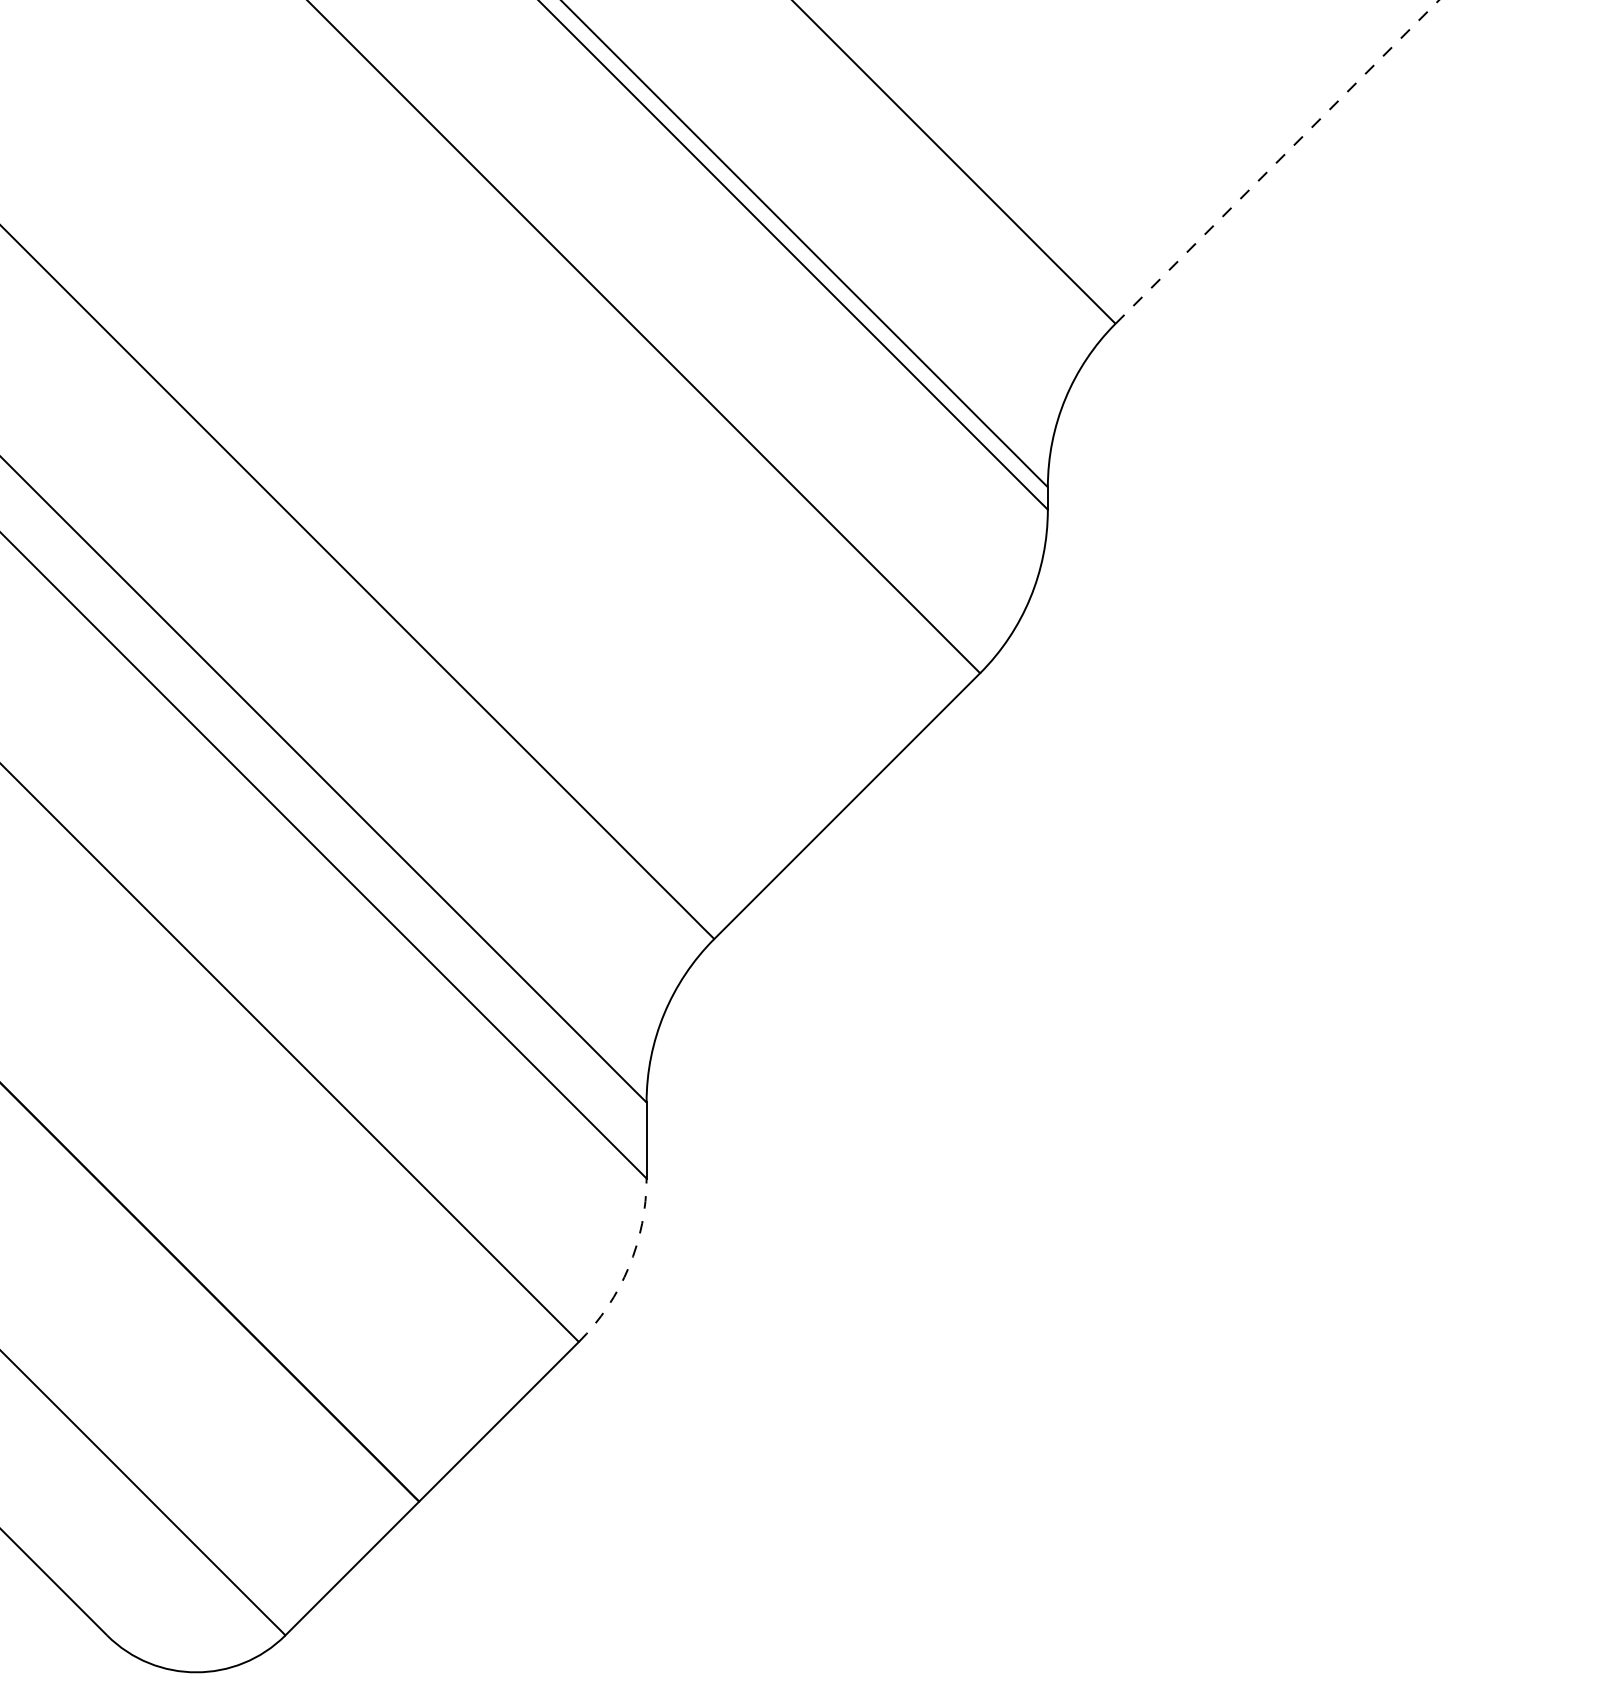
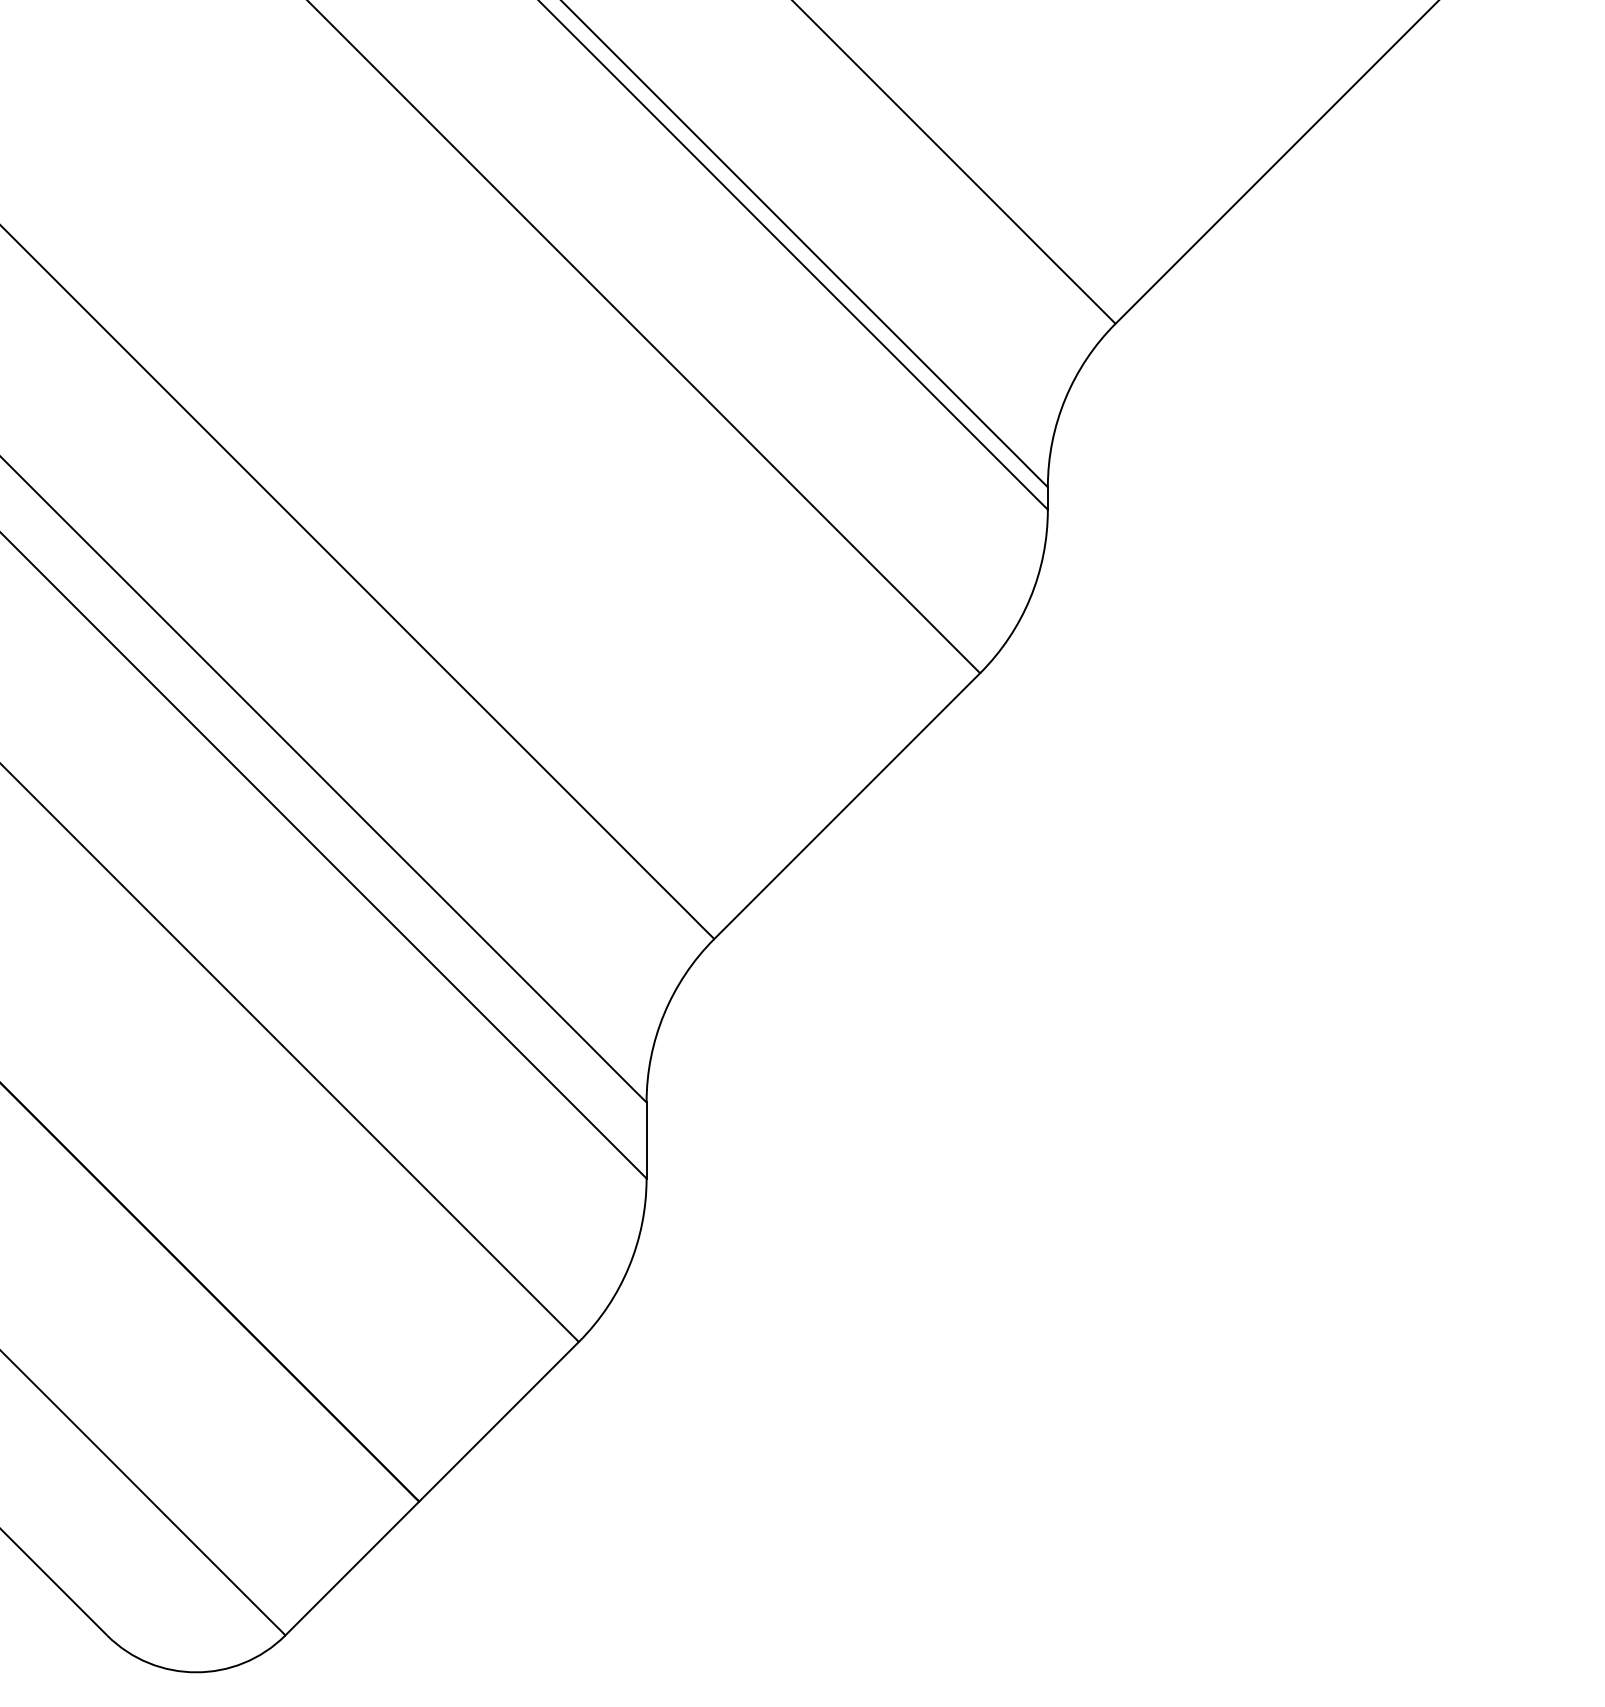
line at (1277, 161): dashed -> solid
arc at (629, 1266): dashed -> solid
